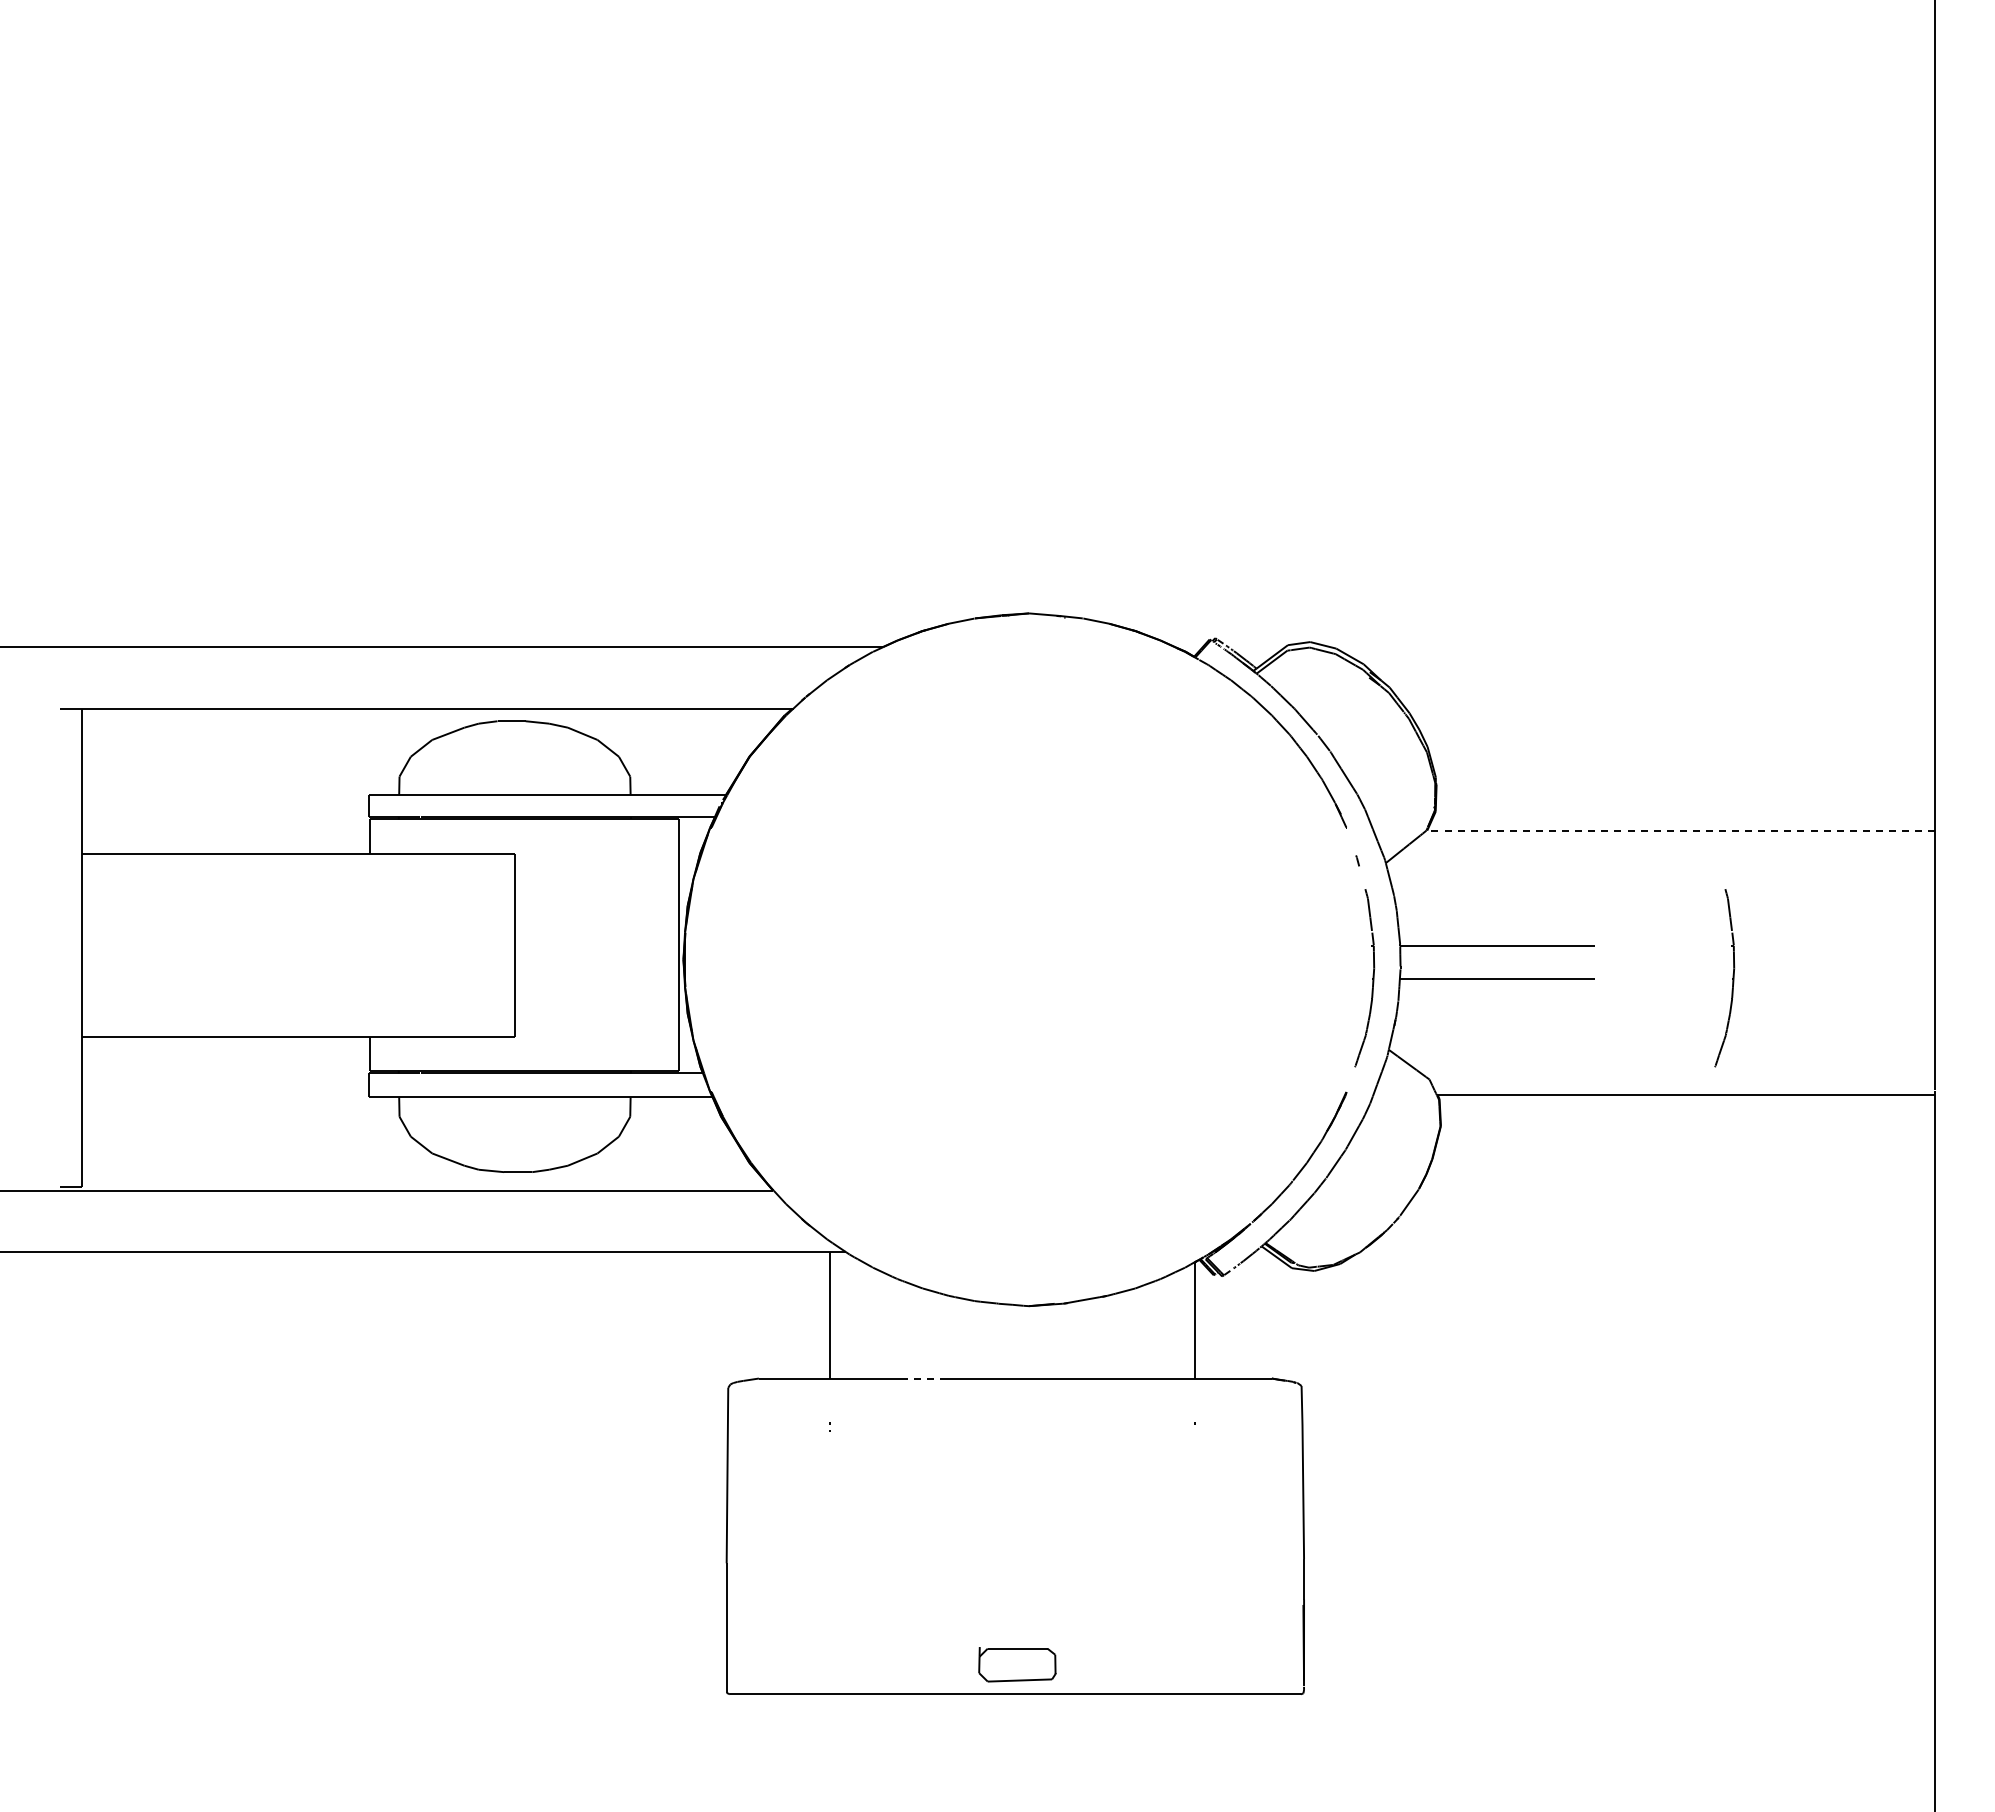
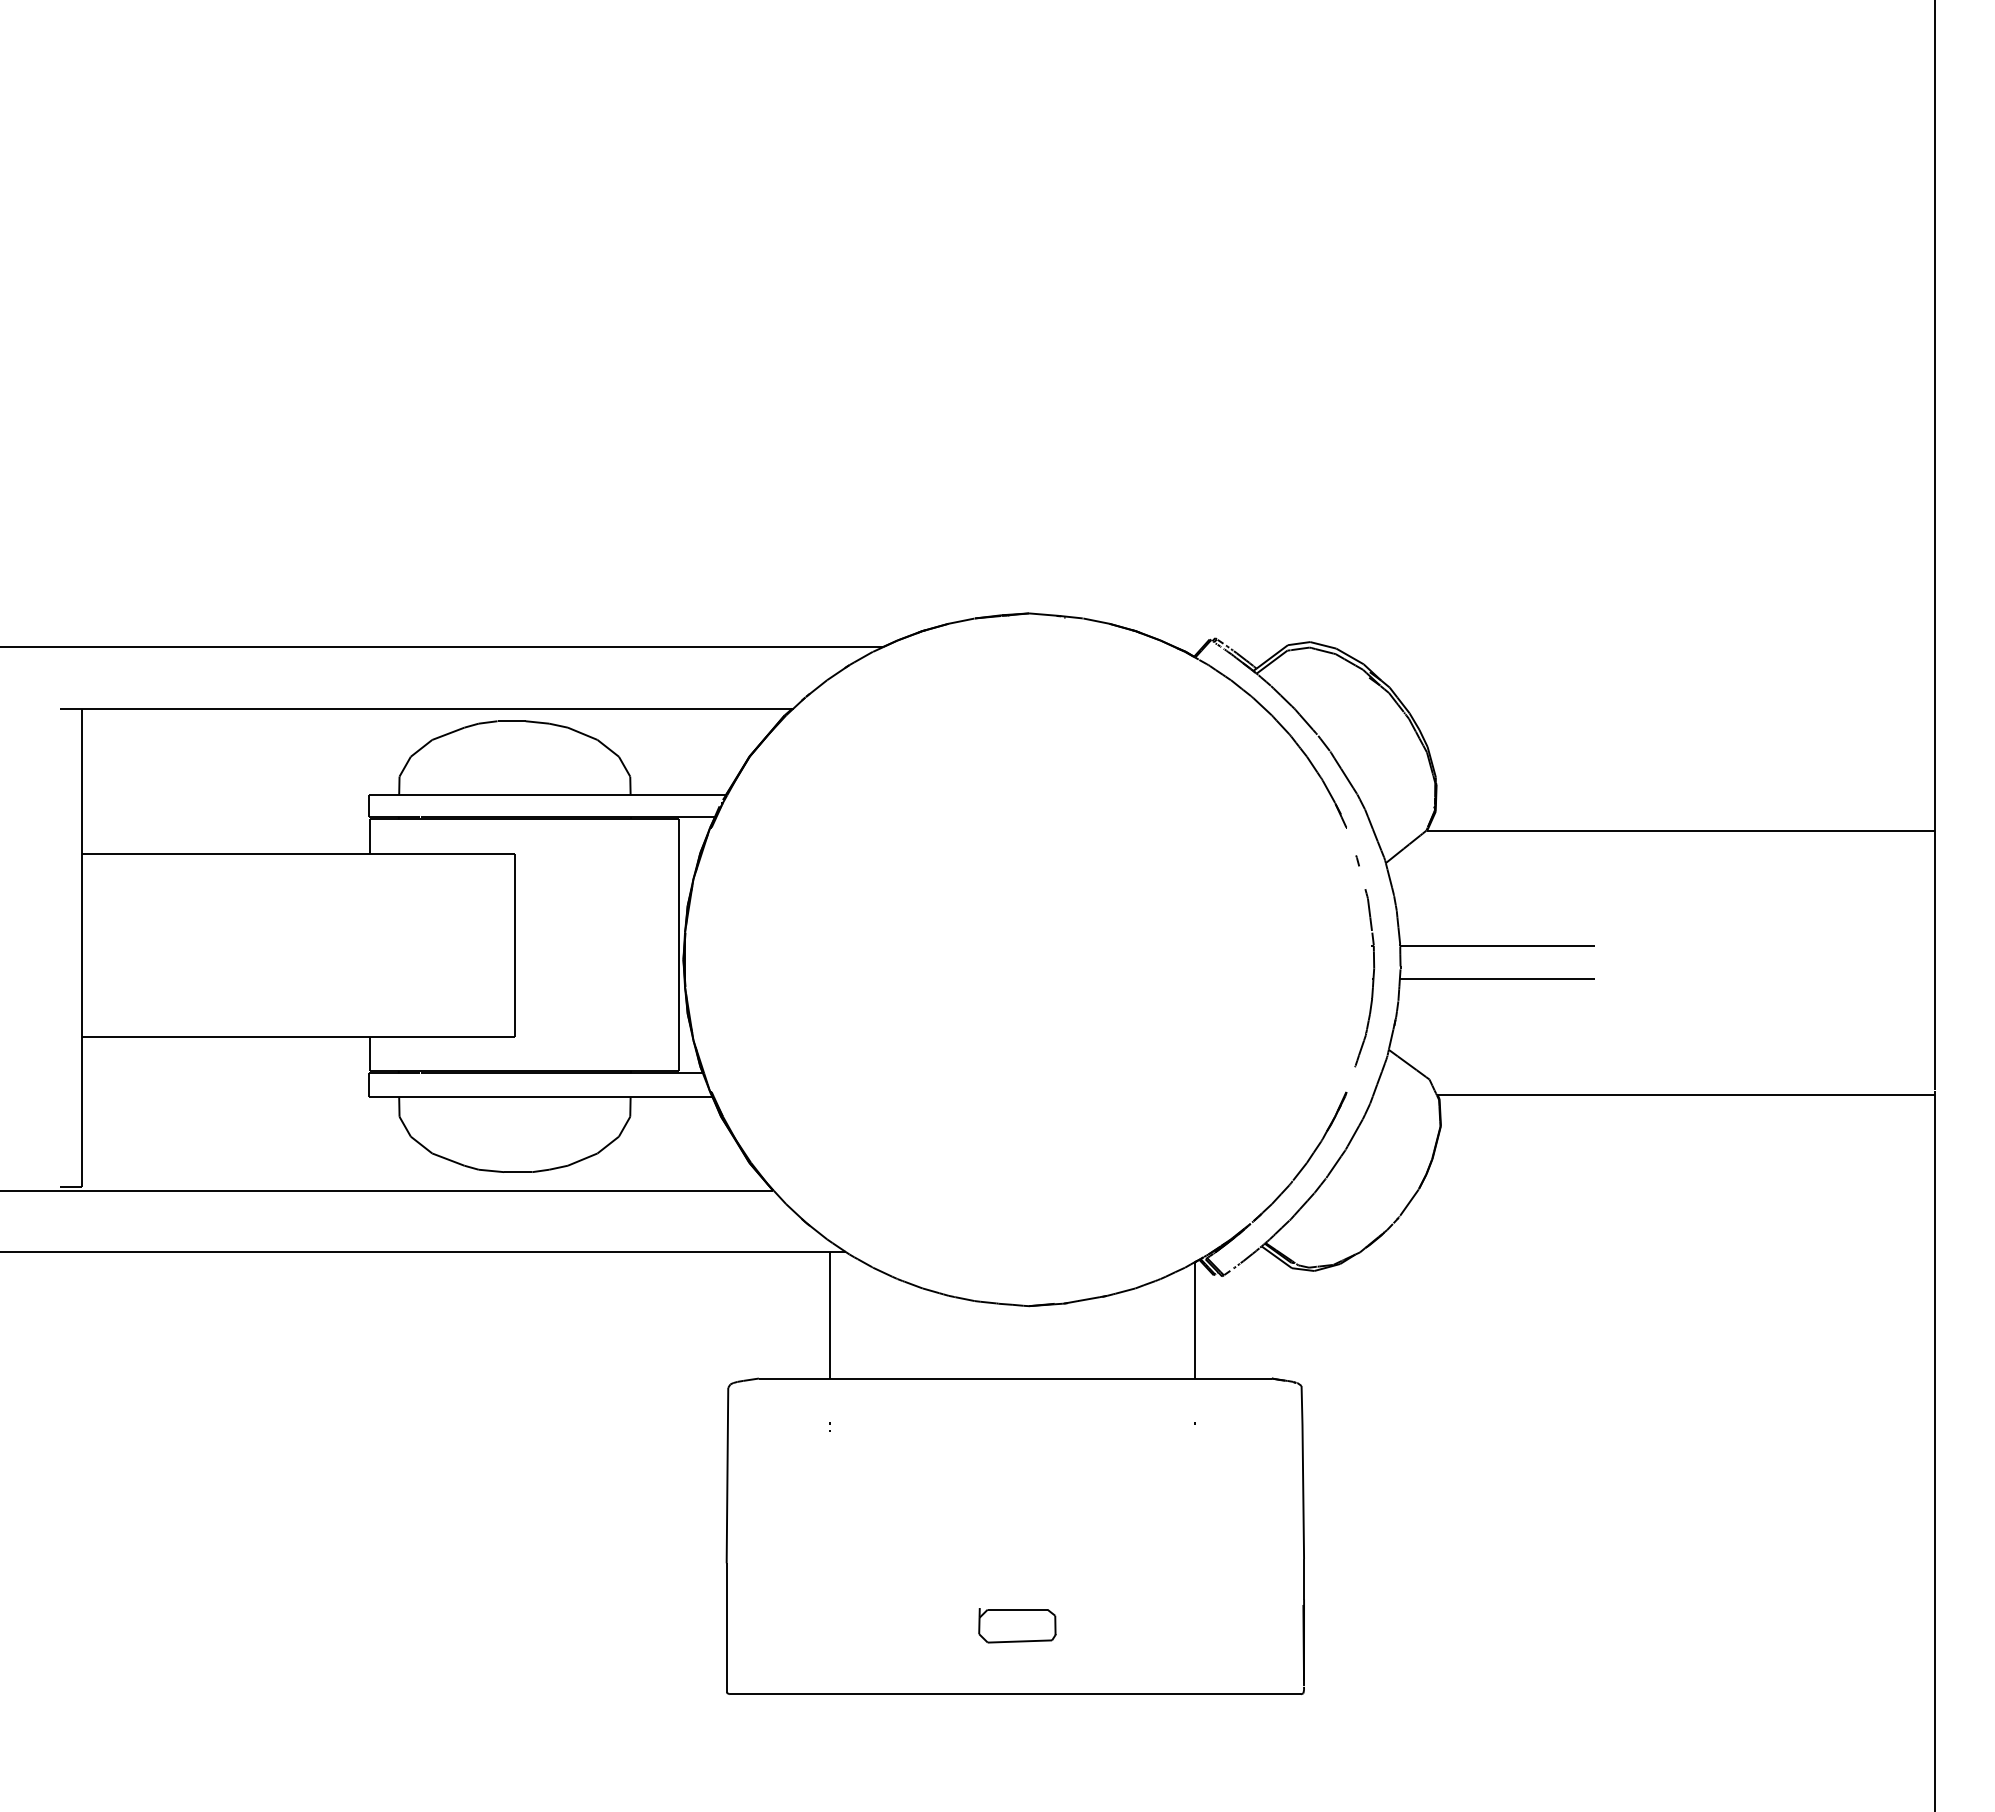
line at (1681, 830): dashed -> solid
part at (1732, 978): present -> none
line at (922, 1378): dashed -> solid
part at (1017, 1664) position: (1017, 1664) -> (1017, 1625)
